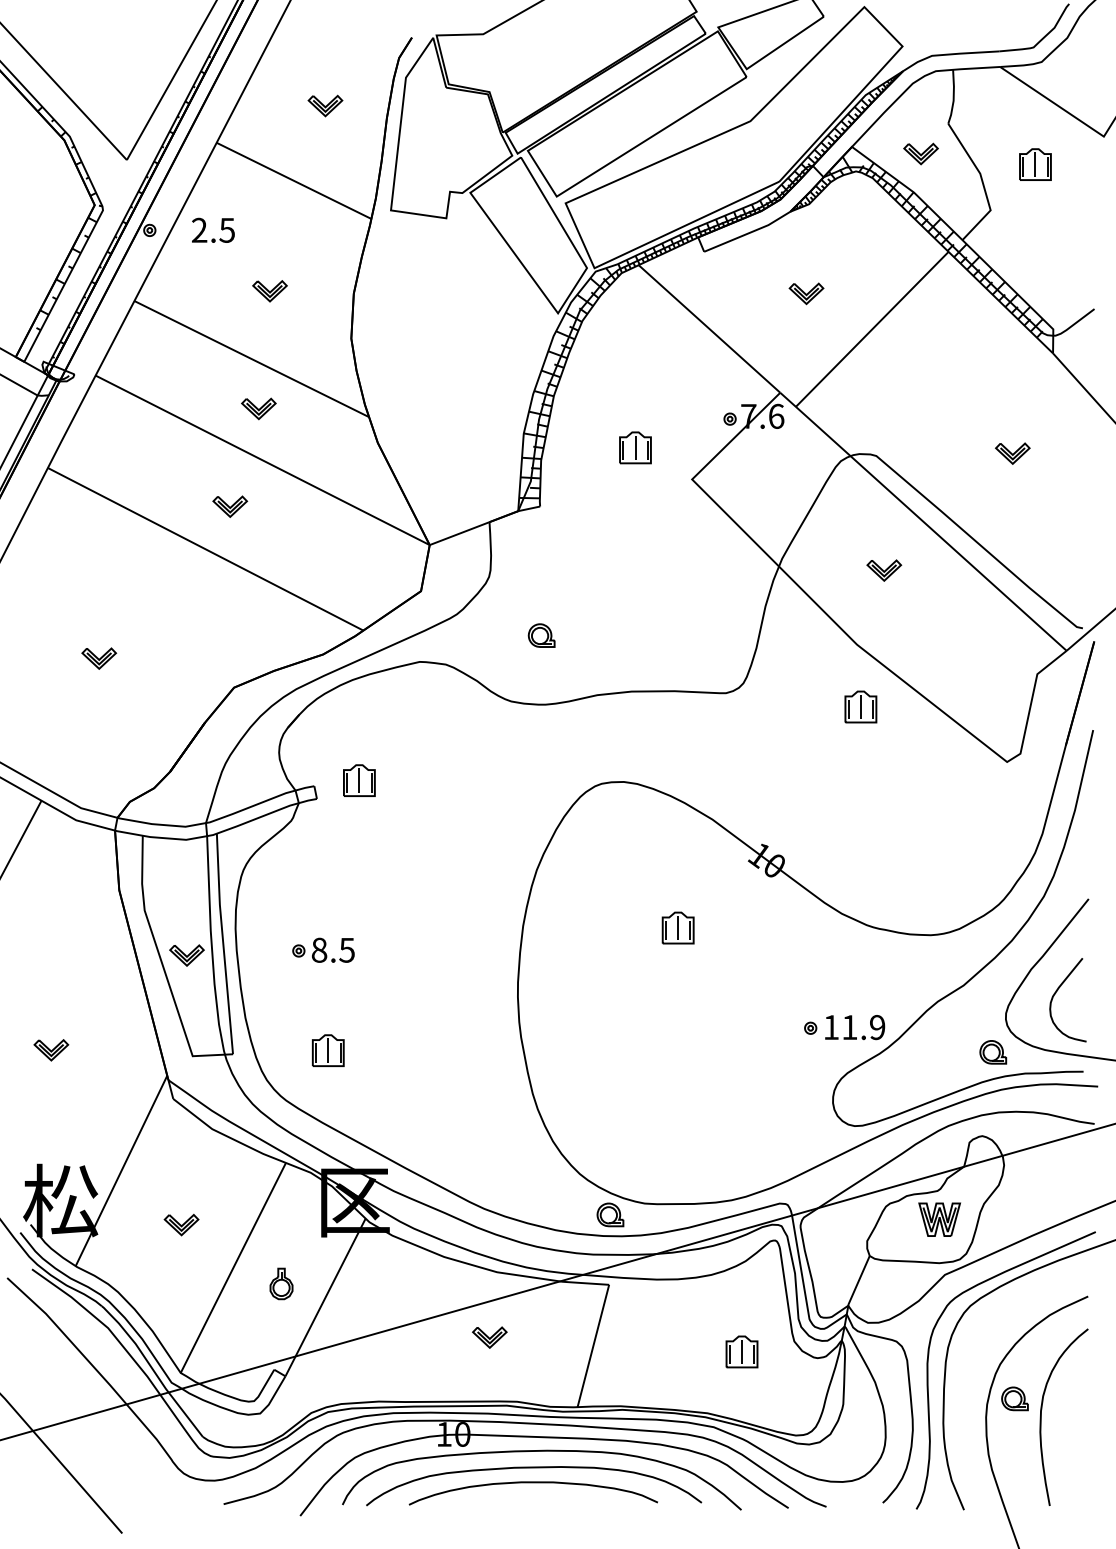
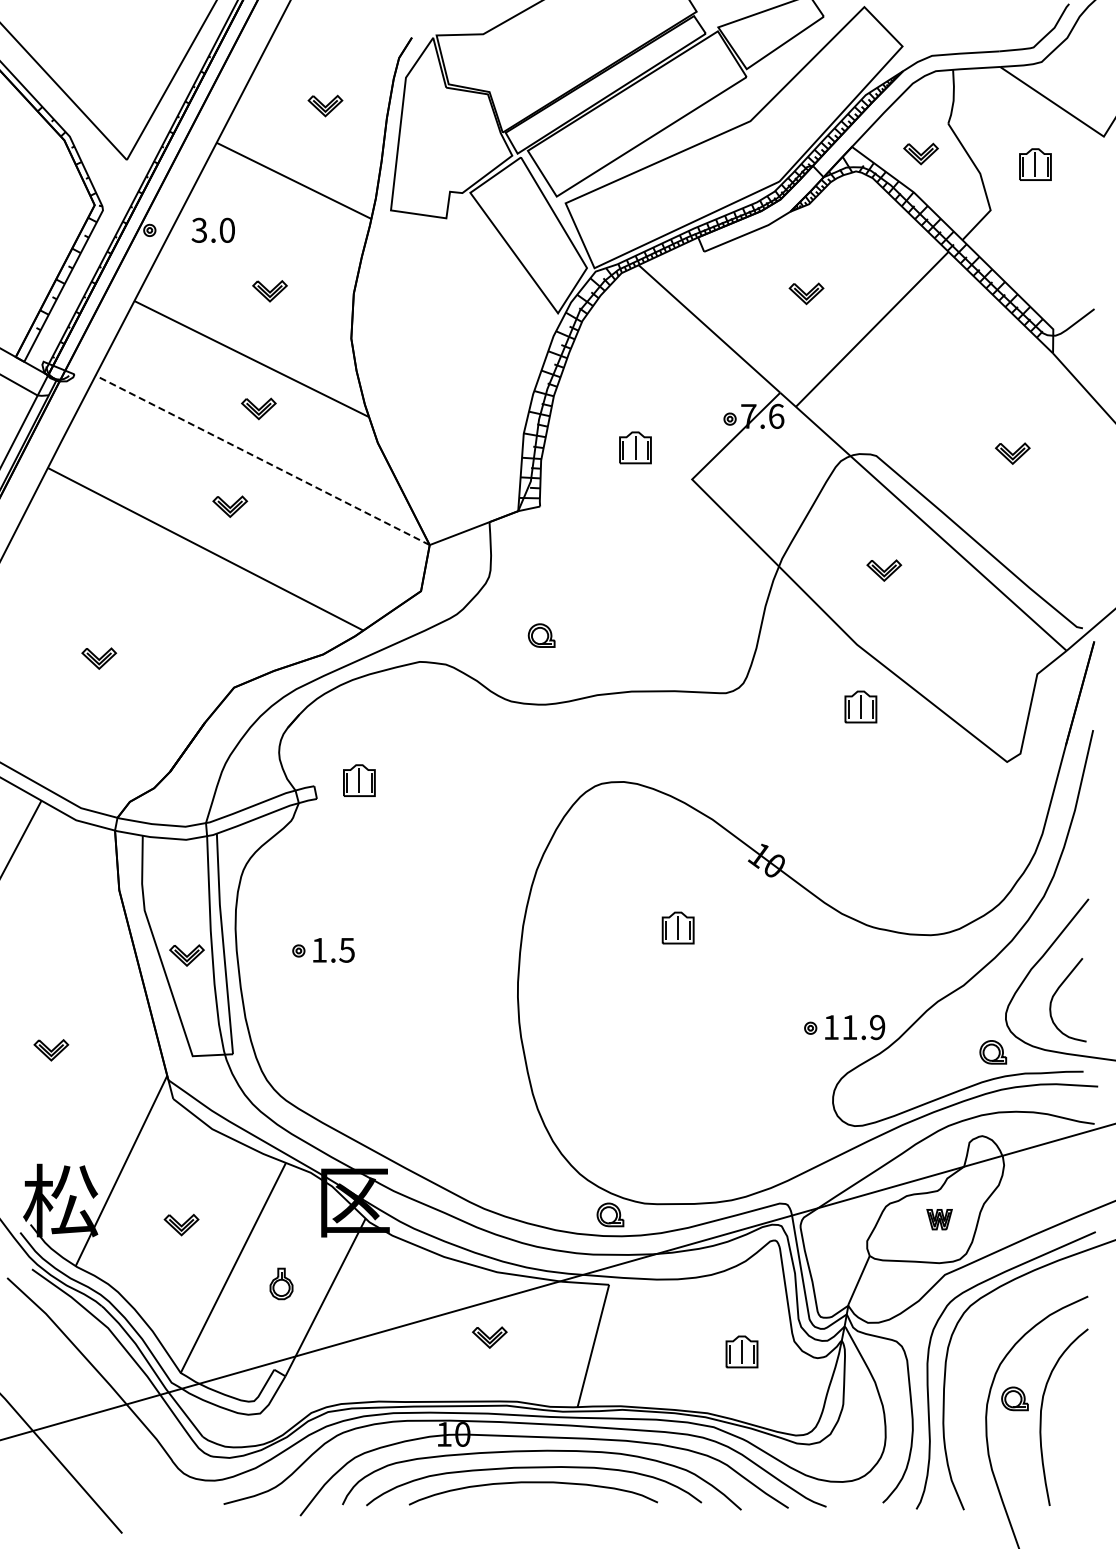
text at (212, 229): 2.5 -> 3.0
line at (262, 460): solid -> dashed
text at (319, 949): 8.5 -> 1.5
part at (327, 1050): present -> none
part at (939, 1219) size: 43x35 px -> 27x22 px
